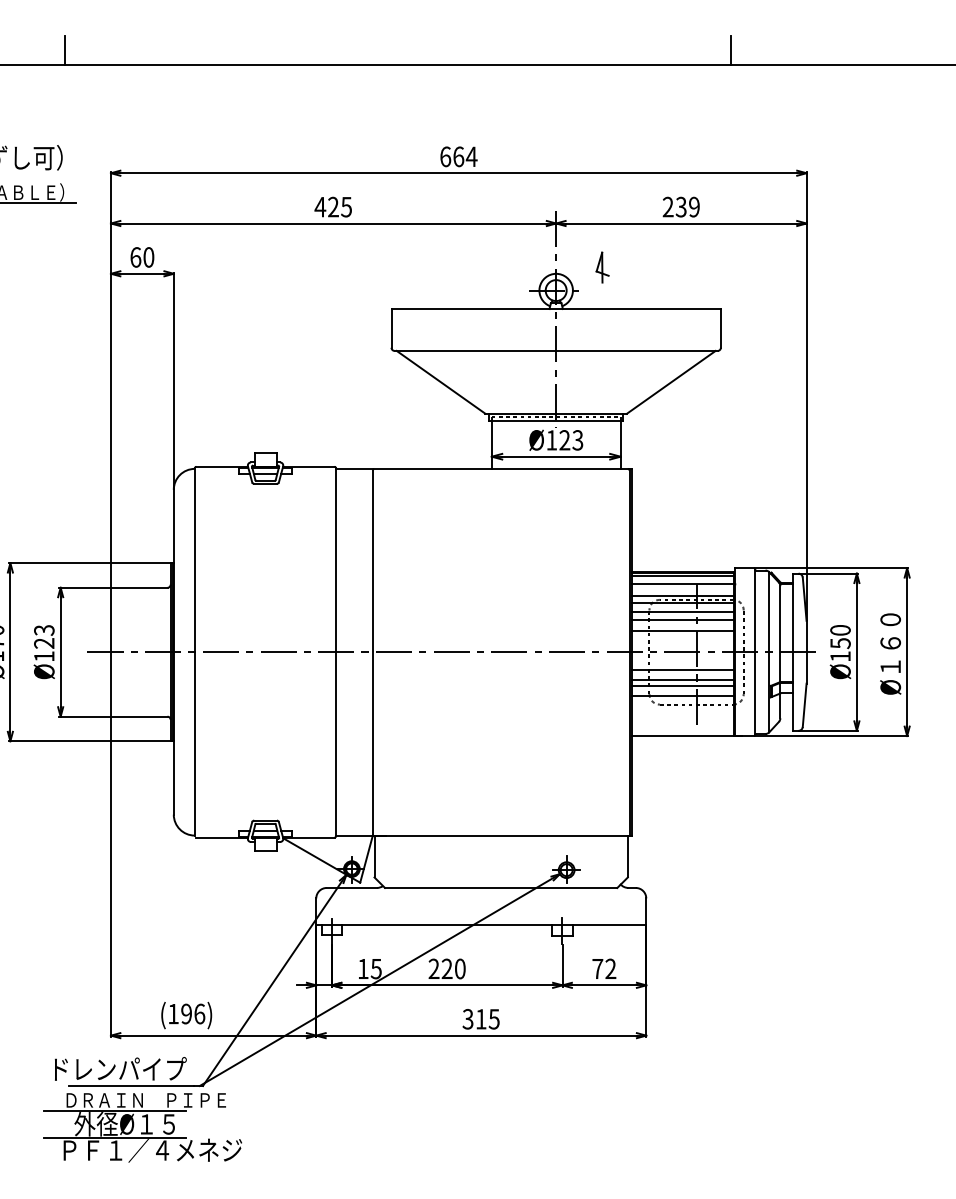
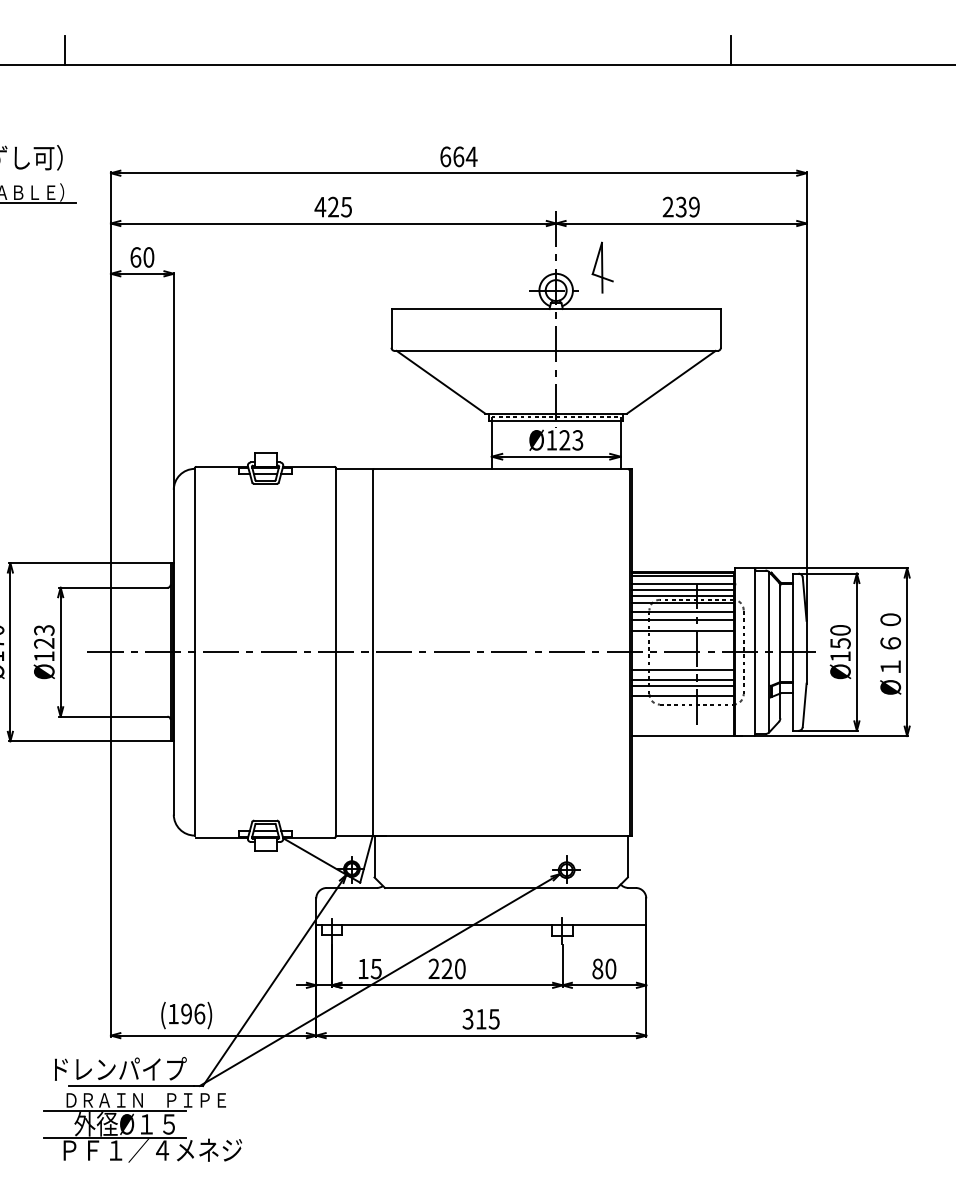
part at (602, 267) size: 15x33 px -> 23x53 px
line at (682, 589): none -> present
text at (604, 968): 72 -> 80
